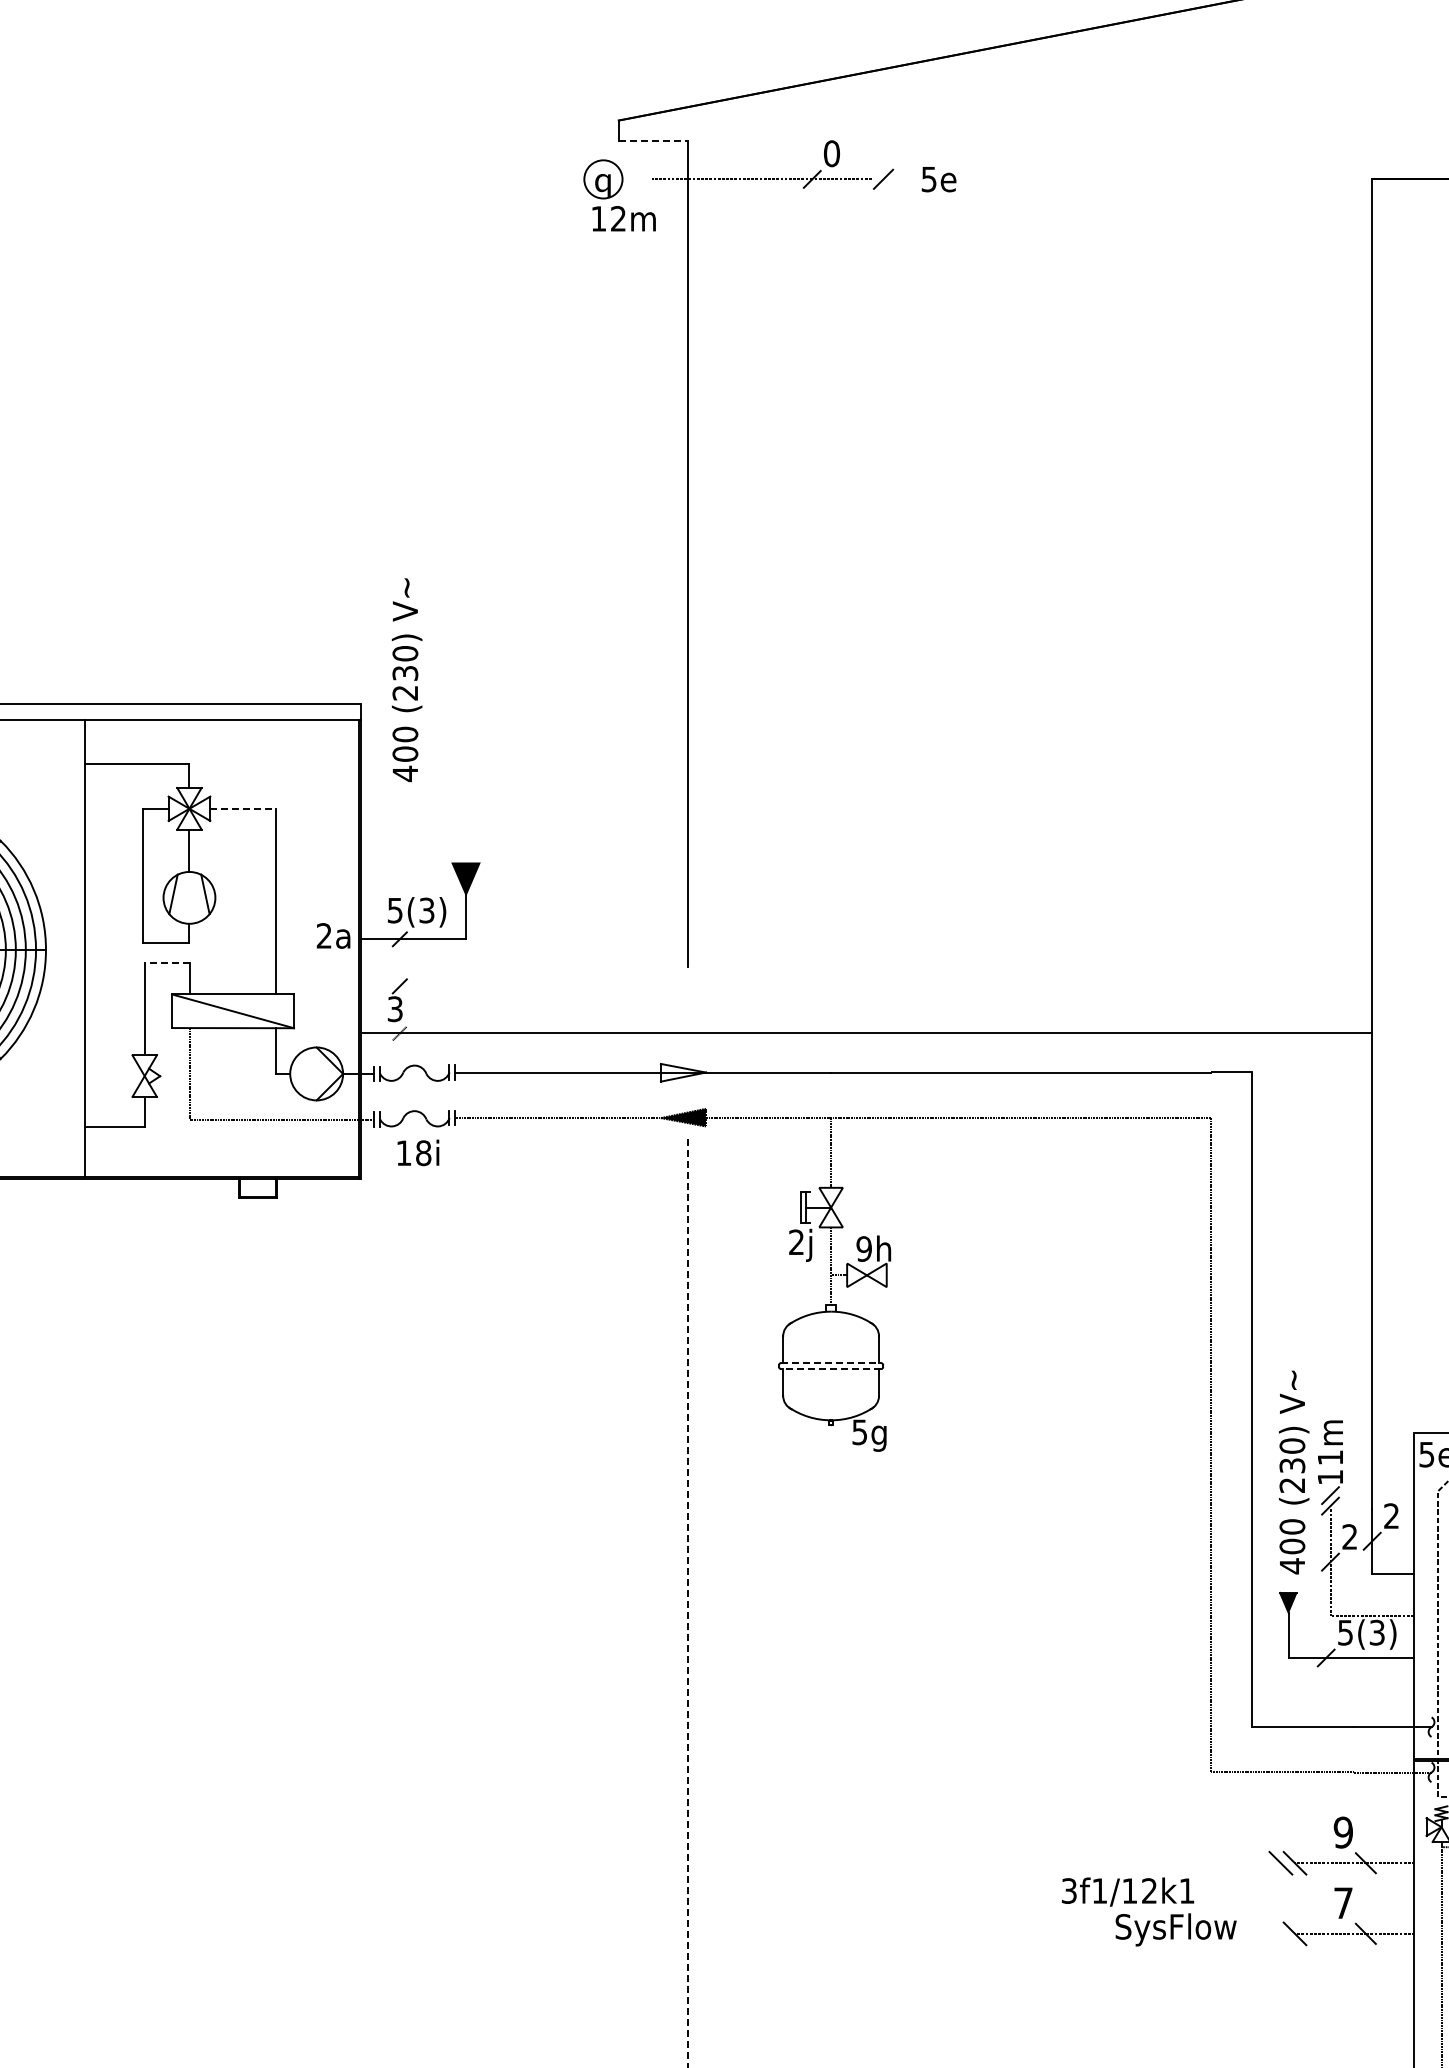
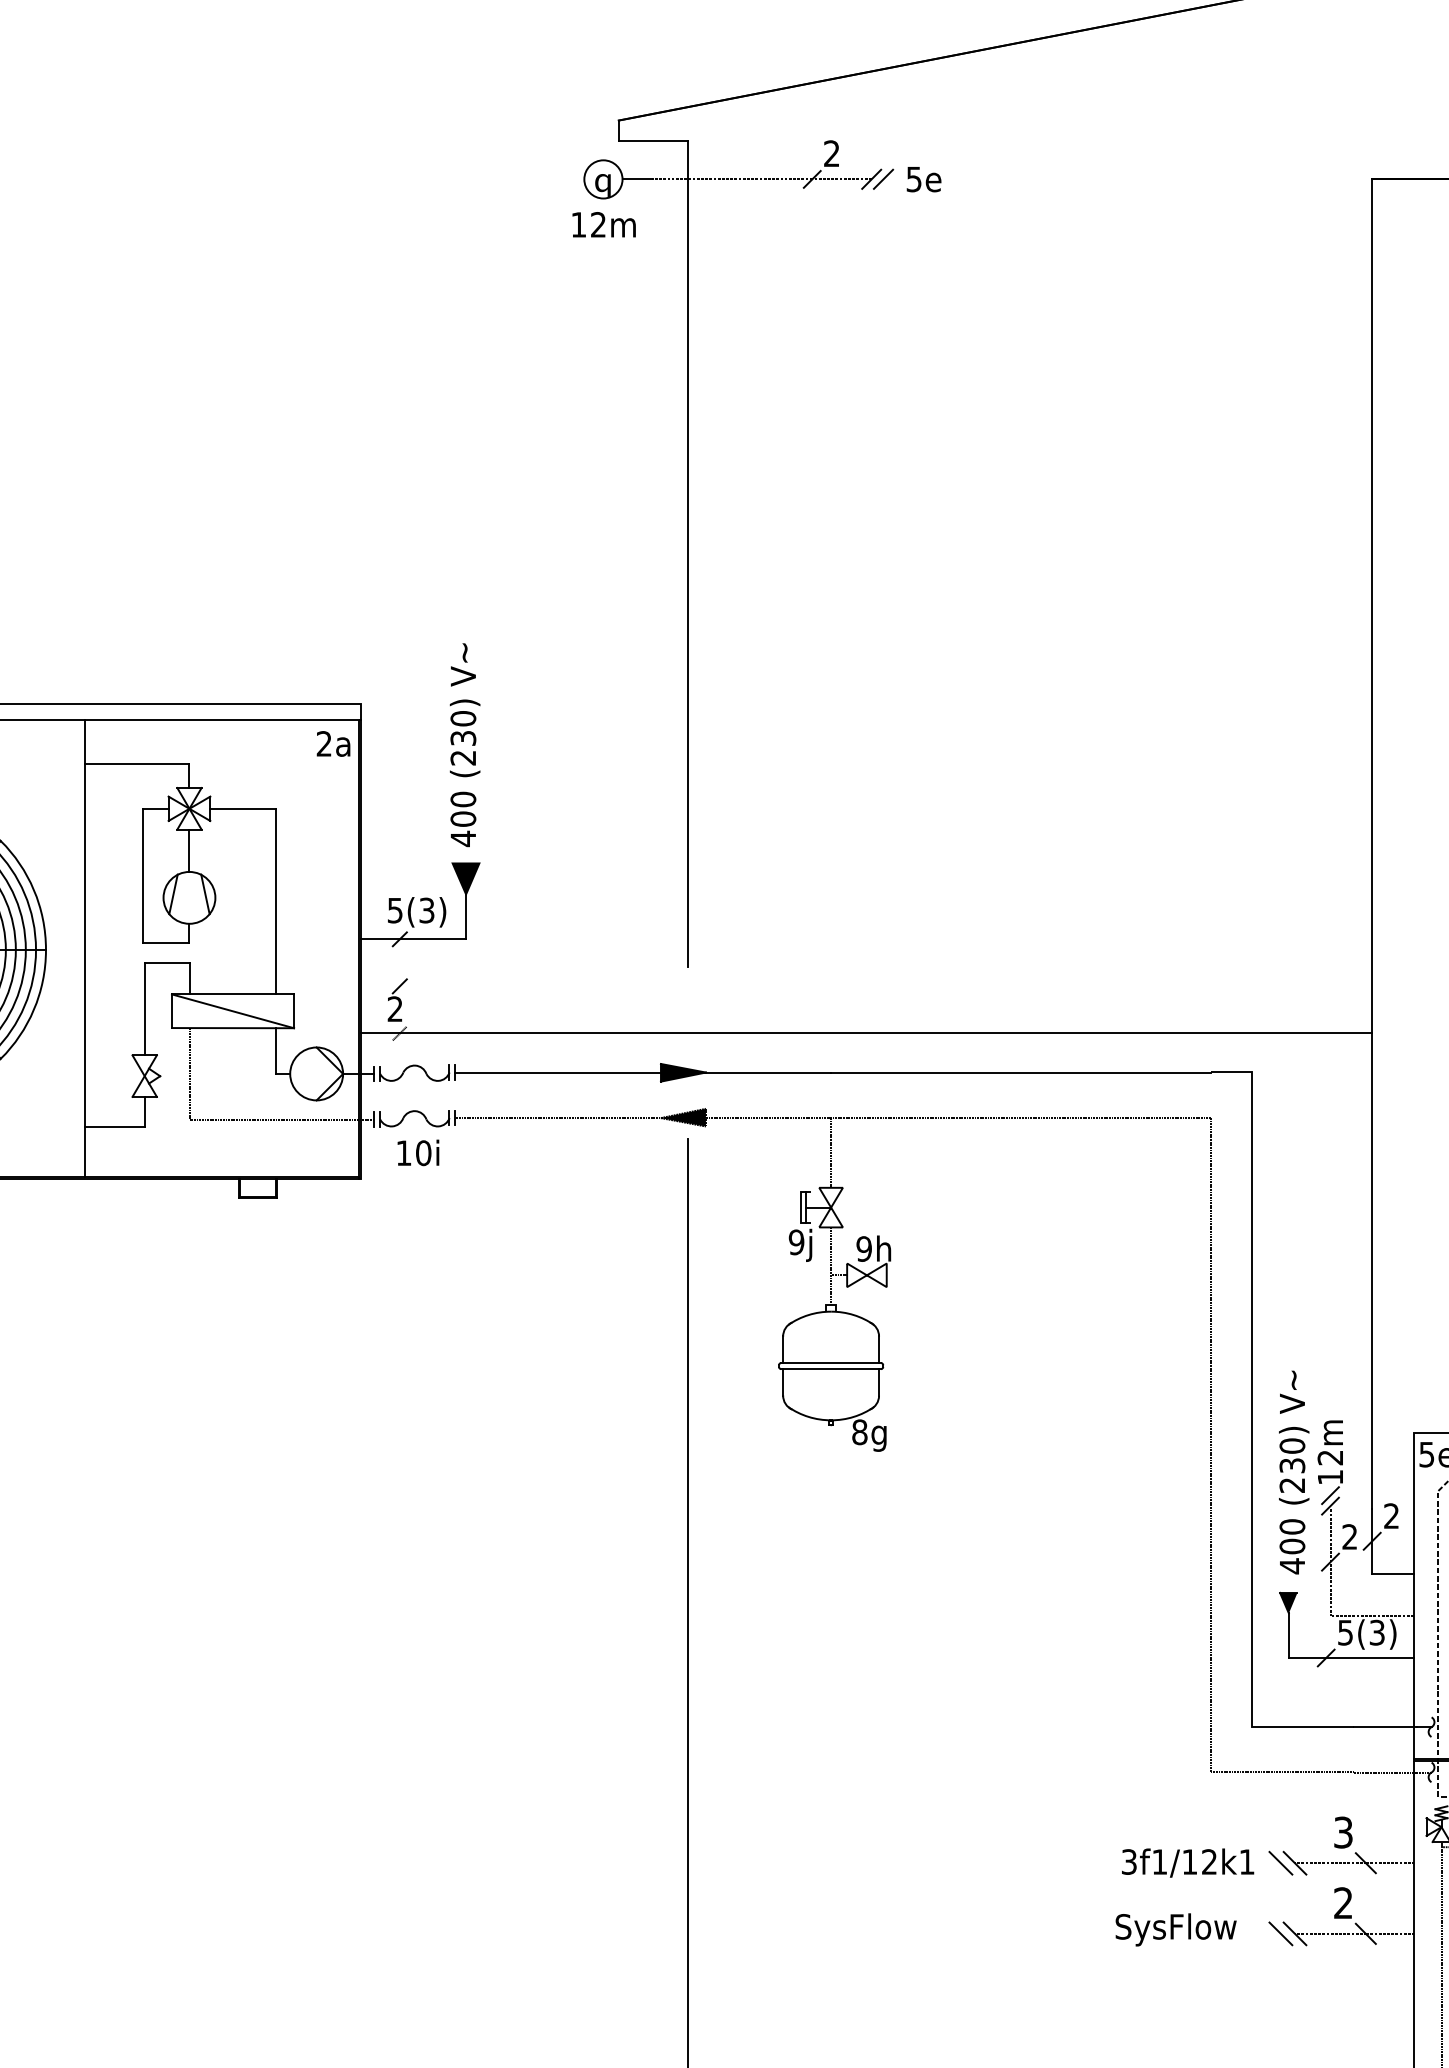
line at (653, 141): dashed -> solid
text at (831, 153): 0 -> 2
line at (871, 178): none -> present
line at (637, 179): none -> present
text at (938, 179) position: (938, 179) -> (923, 179)
text at (623, 218) position: (623, 218) -> (603, 224)
text at (406, 680) position: (406, 680) -> (464, 745)
line at (243, 808): dashed -> solid
text at (333, 935) position: (333, 935) -> (333, 743)
line at (167, 963): dashed -> solid
text at (394, 1009): 3 -> 2
fill at (682, 1072): none -> present
text at (423, 1152): 18i -> 10i
text at (796, 1242): 2j -> 9j
line at (831, 1363): dashed -> solid
line at (831, 1369): dashed -> solid
text at (859, 1432): 5g -> 8g
text at (1329, 1457): 11m -> 12m
line at (687, 1602): dashed -> solid
text at (1342, 1832): 9 -> 3
text at (1128, 1891) position: (1128, 1891) -> (1188, 1862)
text at (1343, 1902): 7 -> 2
line at (1280, 1933): none -> present
